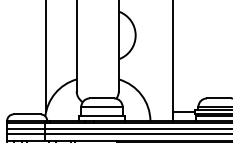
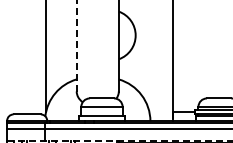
line at (76, 46): solid -> dashed
line at (118, 134): present -> none
line at (120, 140): solid -> dashed
